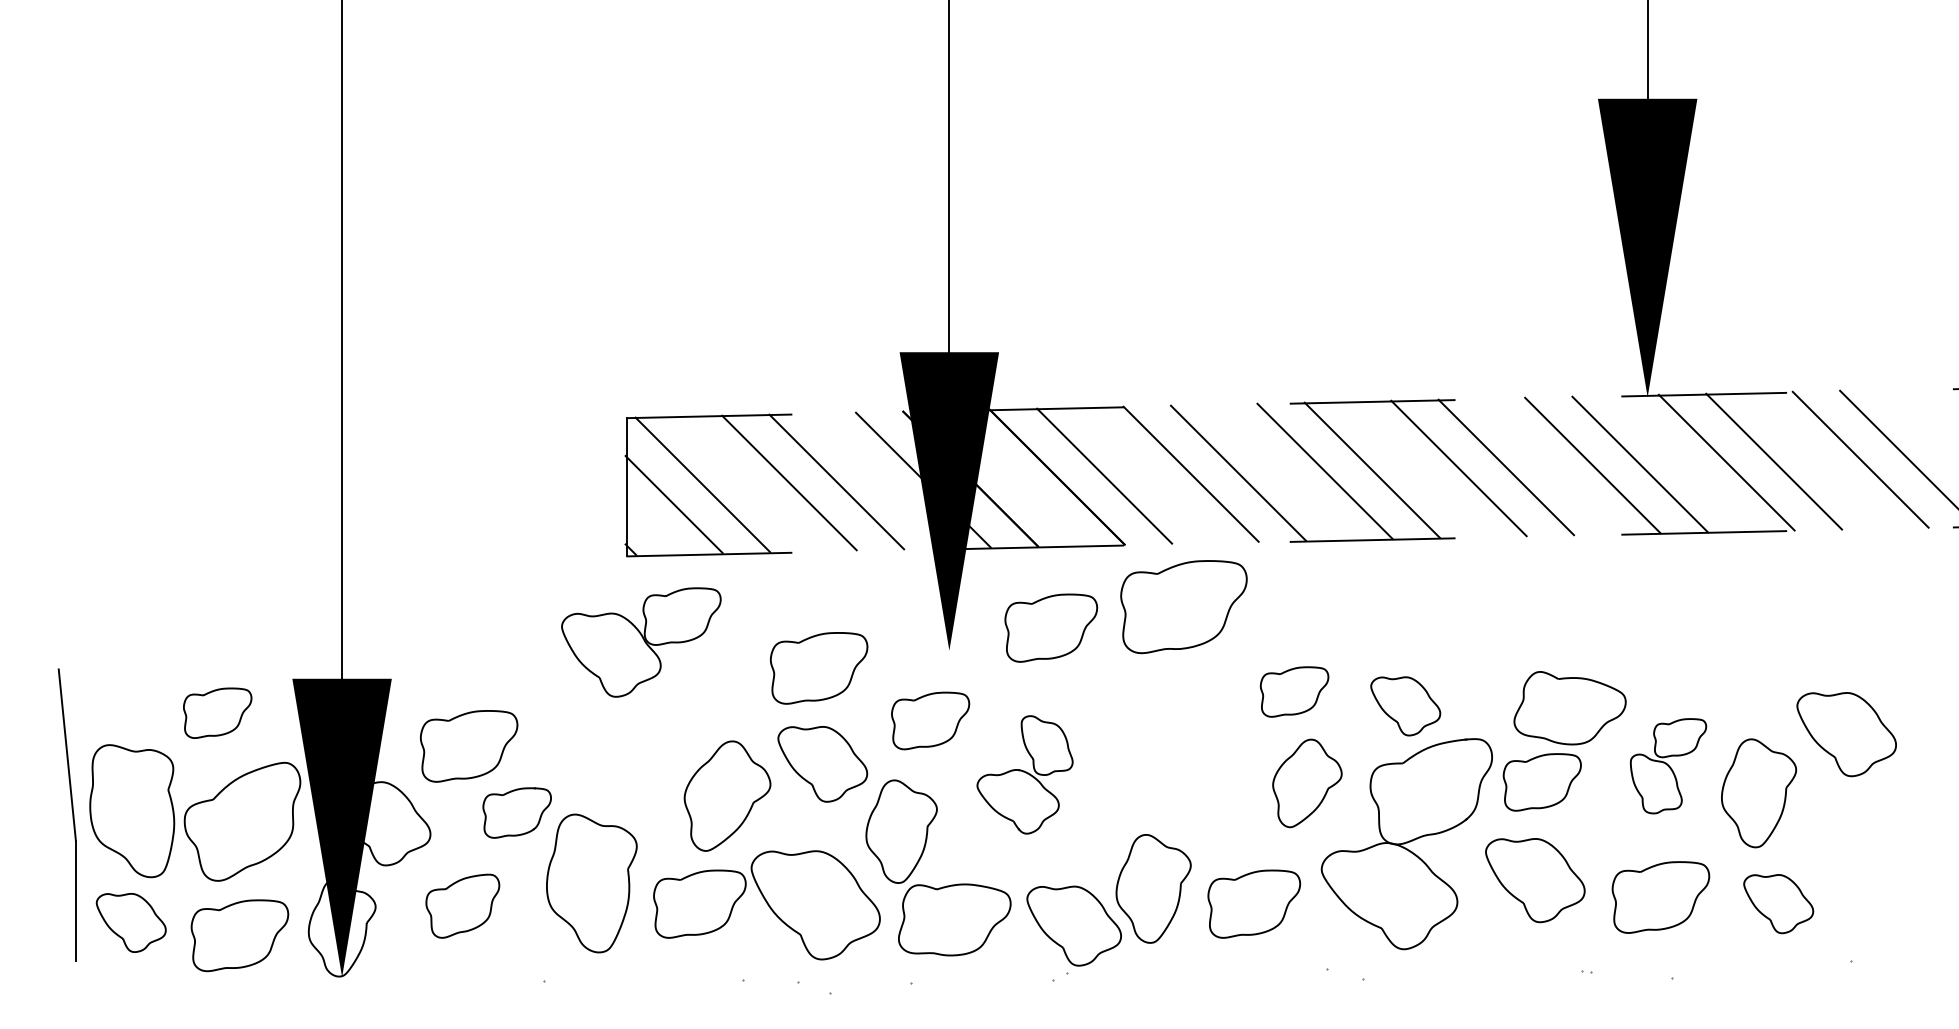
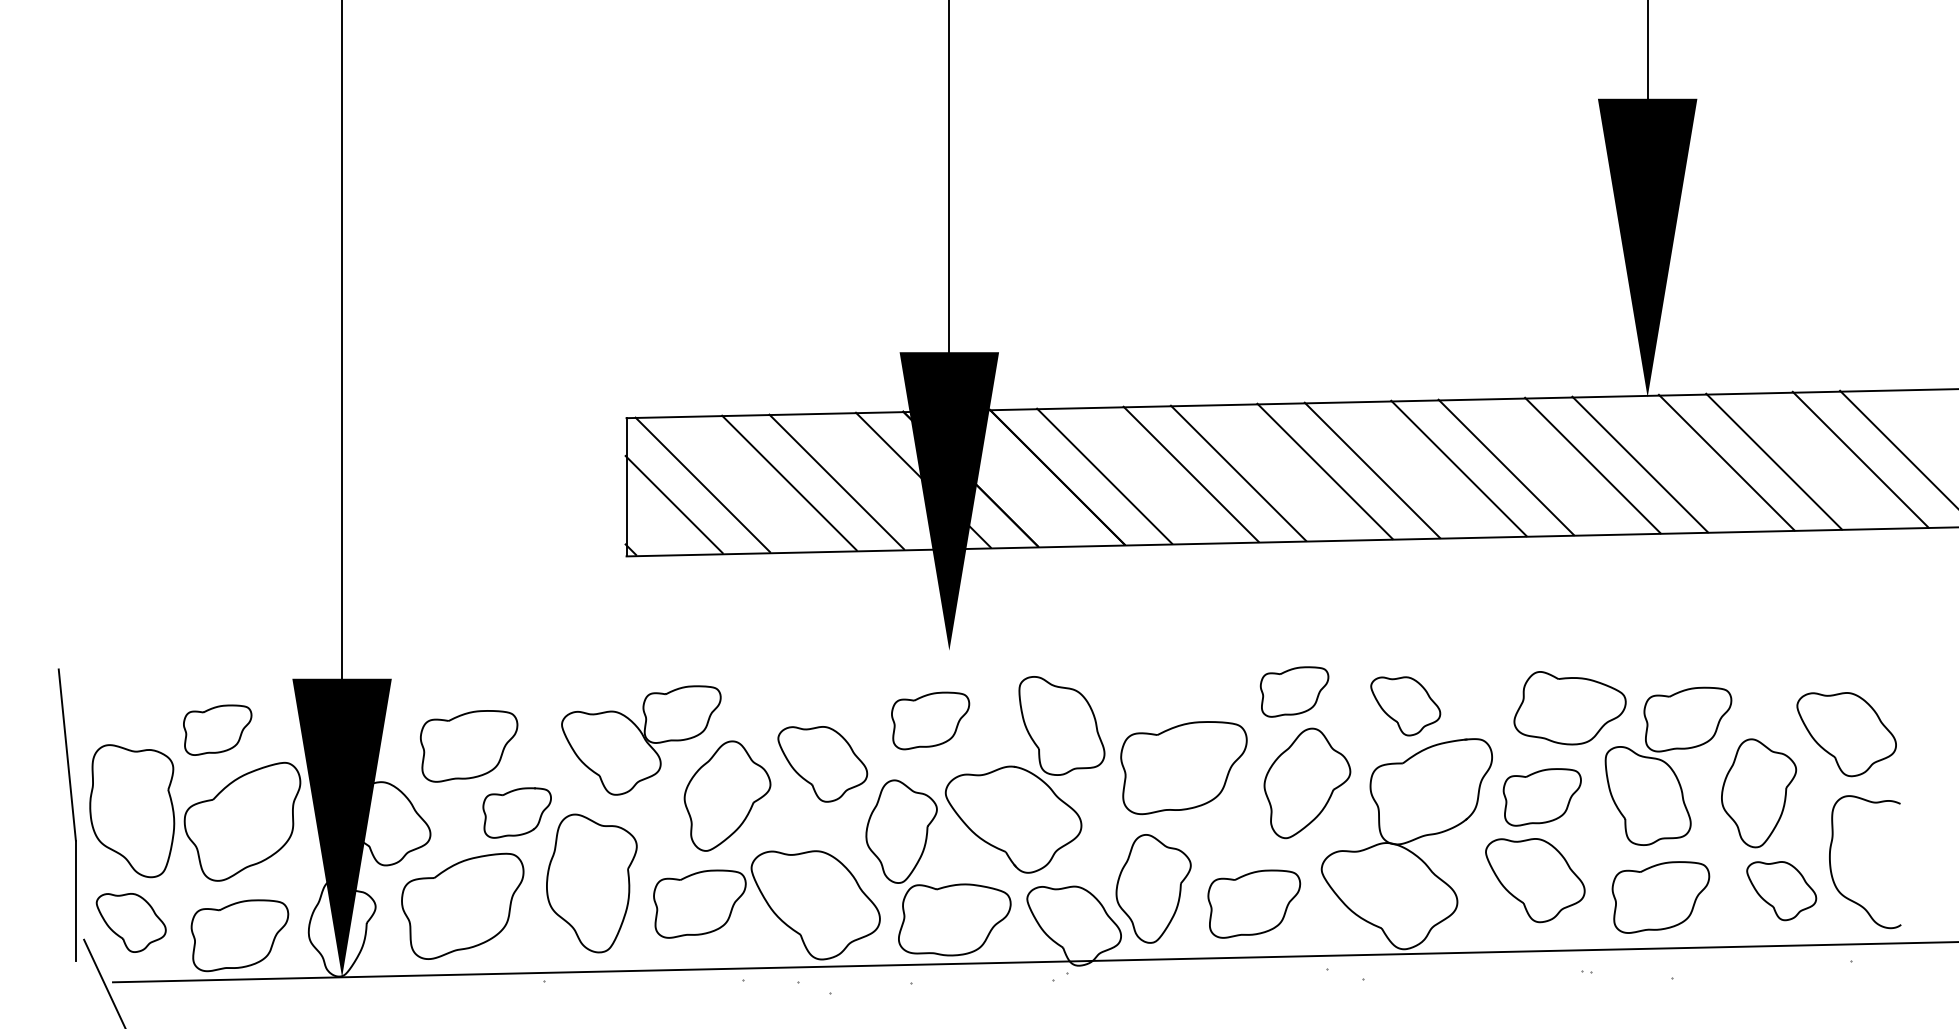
line at (1292, 403): dashed -> solid
line at (1293, 541): dashed -> solid
part at (1183, 607) position: (1183, 607) -> (1183, 768)
part at (1051, 627): present -> none
part at (641, 642) position: (641, 642) -> (641, 740)
part at (819, 668): present -> none
part at (217, 712) position: (217, 712) -> (217, 729)
part at (1668, 766) size: 79x97 px -> 129x160 px
part at (1024, 774) size: 98x120 px -> 162x198 px
part at (1541, 782) position: (1541, 782) -> (1541, 797)
part at (1307, 783) size: 71x91 px -> 89x113 px
curve at (1831, 864): none -> present
part at (1778, 904) position: (1778, 904) -> (1781, 891)
part at (462, 905) size: 76x66 px -> 124x108 px
line at (1033, 962): none -> present
line at (104, 982): none -> present
